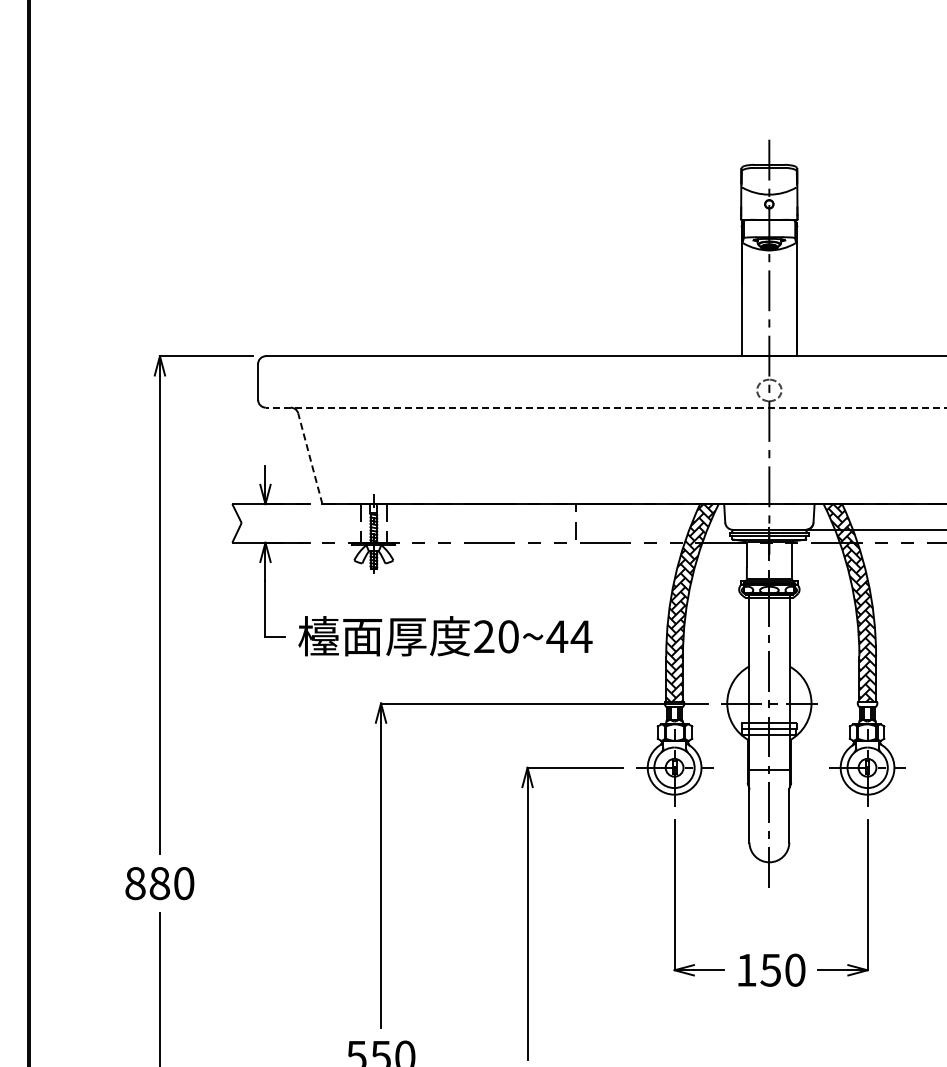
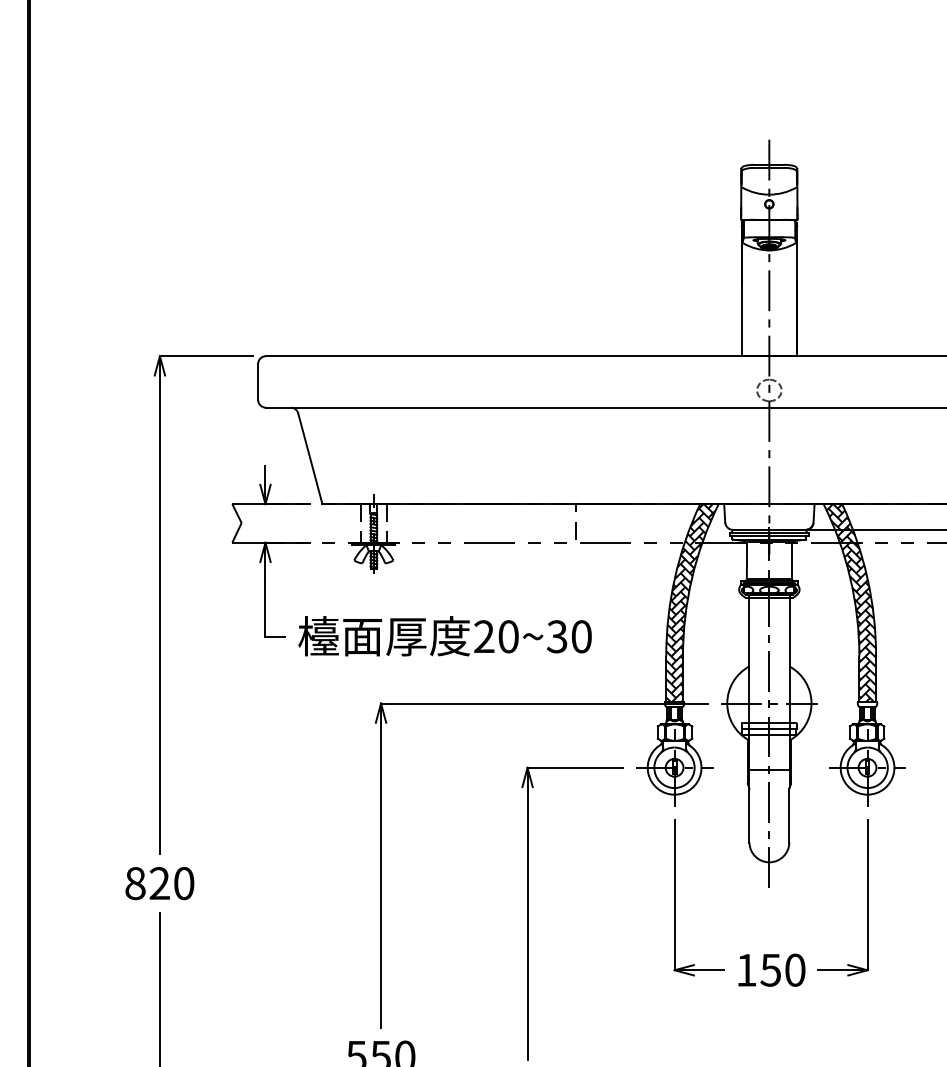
line at (605, 407): dashed -> solid
line at (310, 458): dashed -> solid
text at (569, 636): 20~44 -> 20~30
text at (159, 883): 880 -> 820
